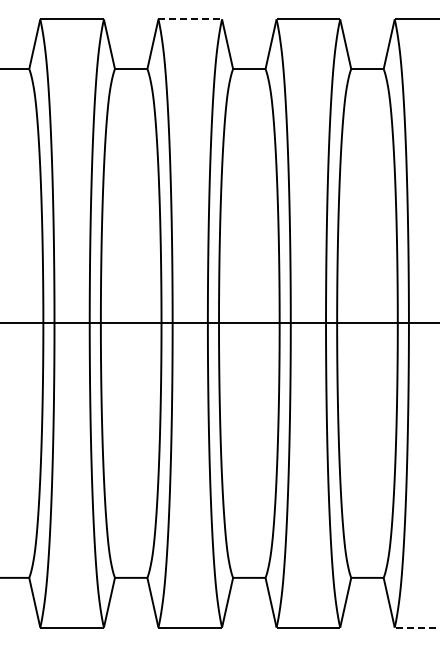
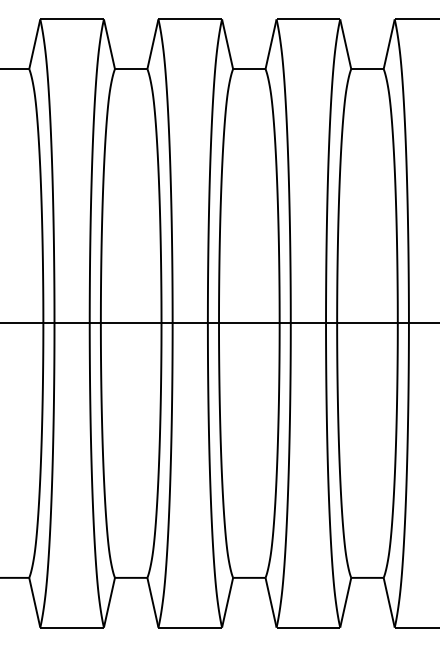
line at (190, 19): dashed -> solid
line at (417, 627): dashed -> solid
